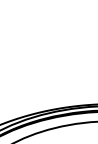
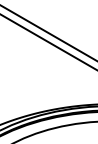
line at (48, 32): none -> present
line at (48, 41): none -> present
